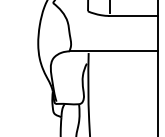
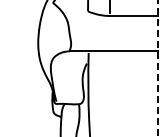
line at (157, 68): solid -> dashed
